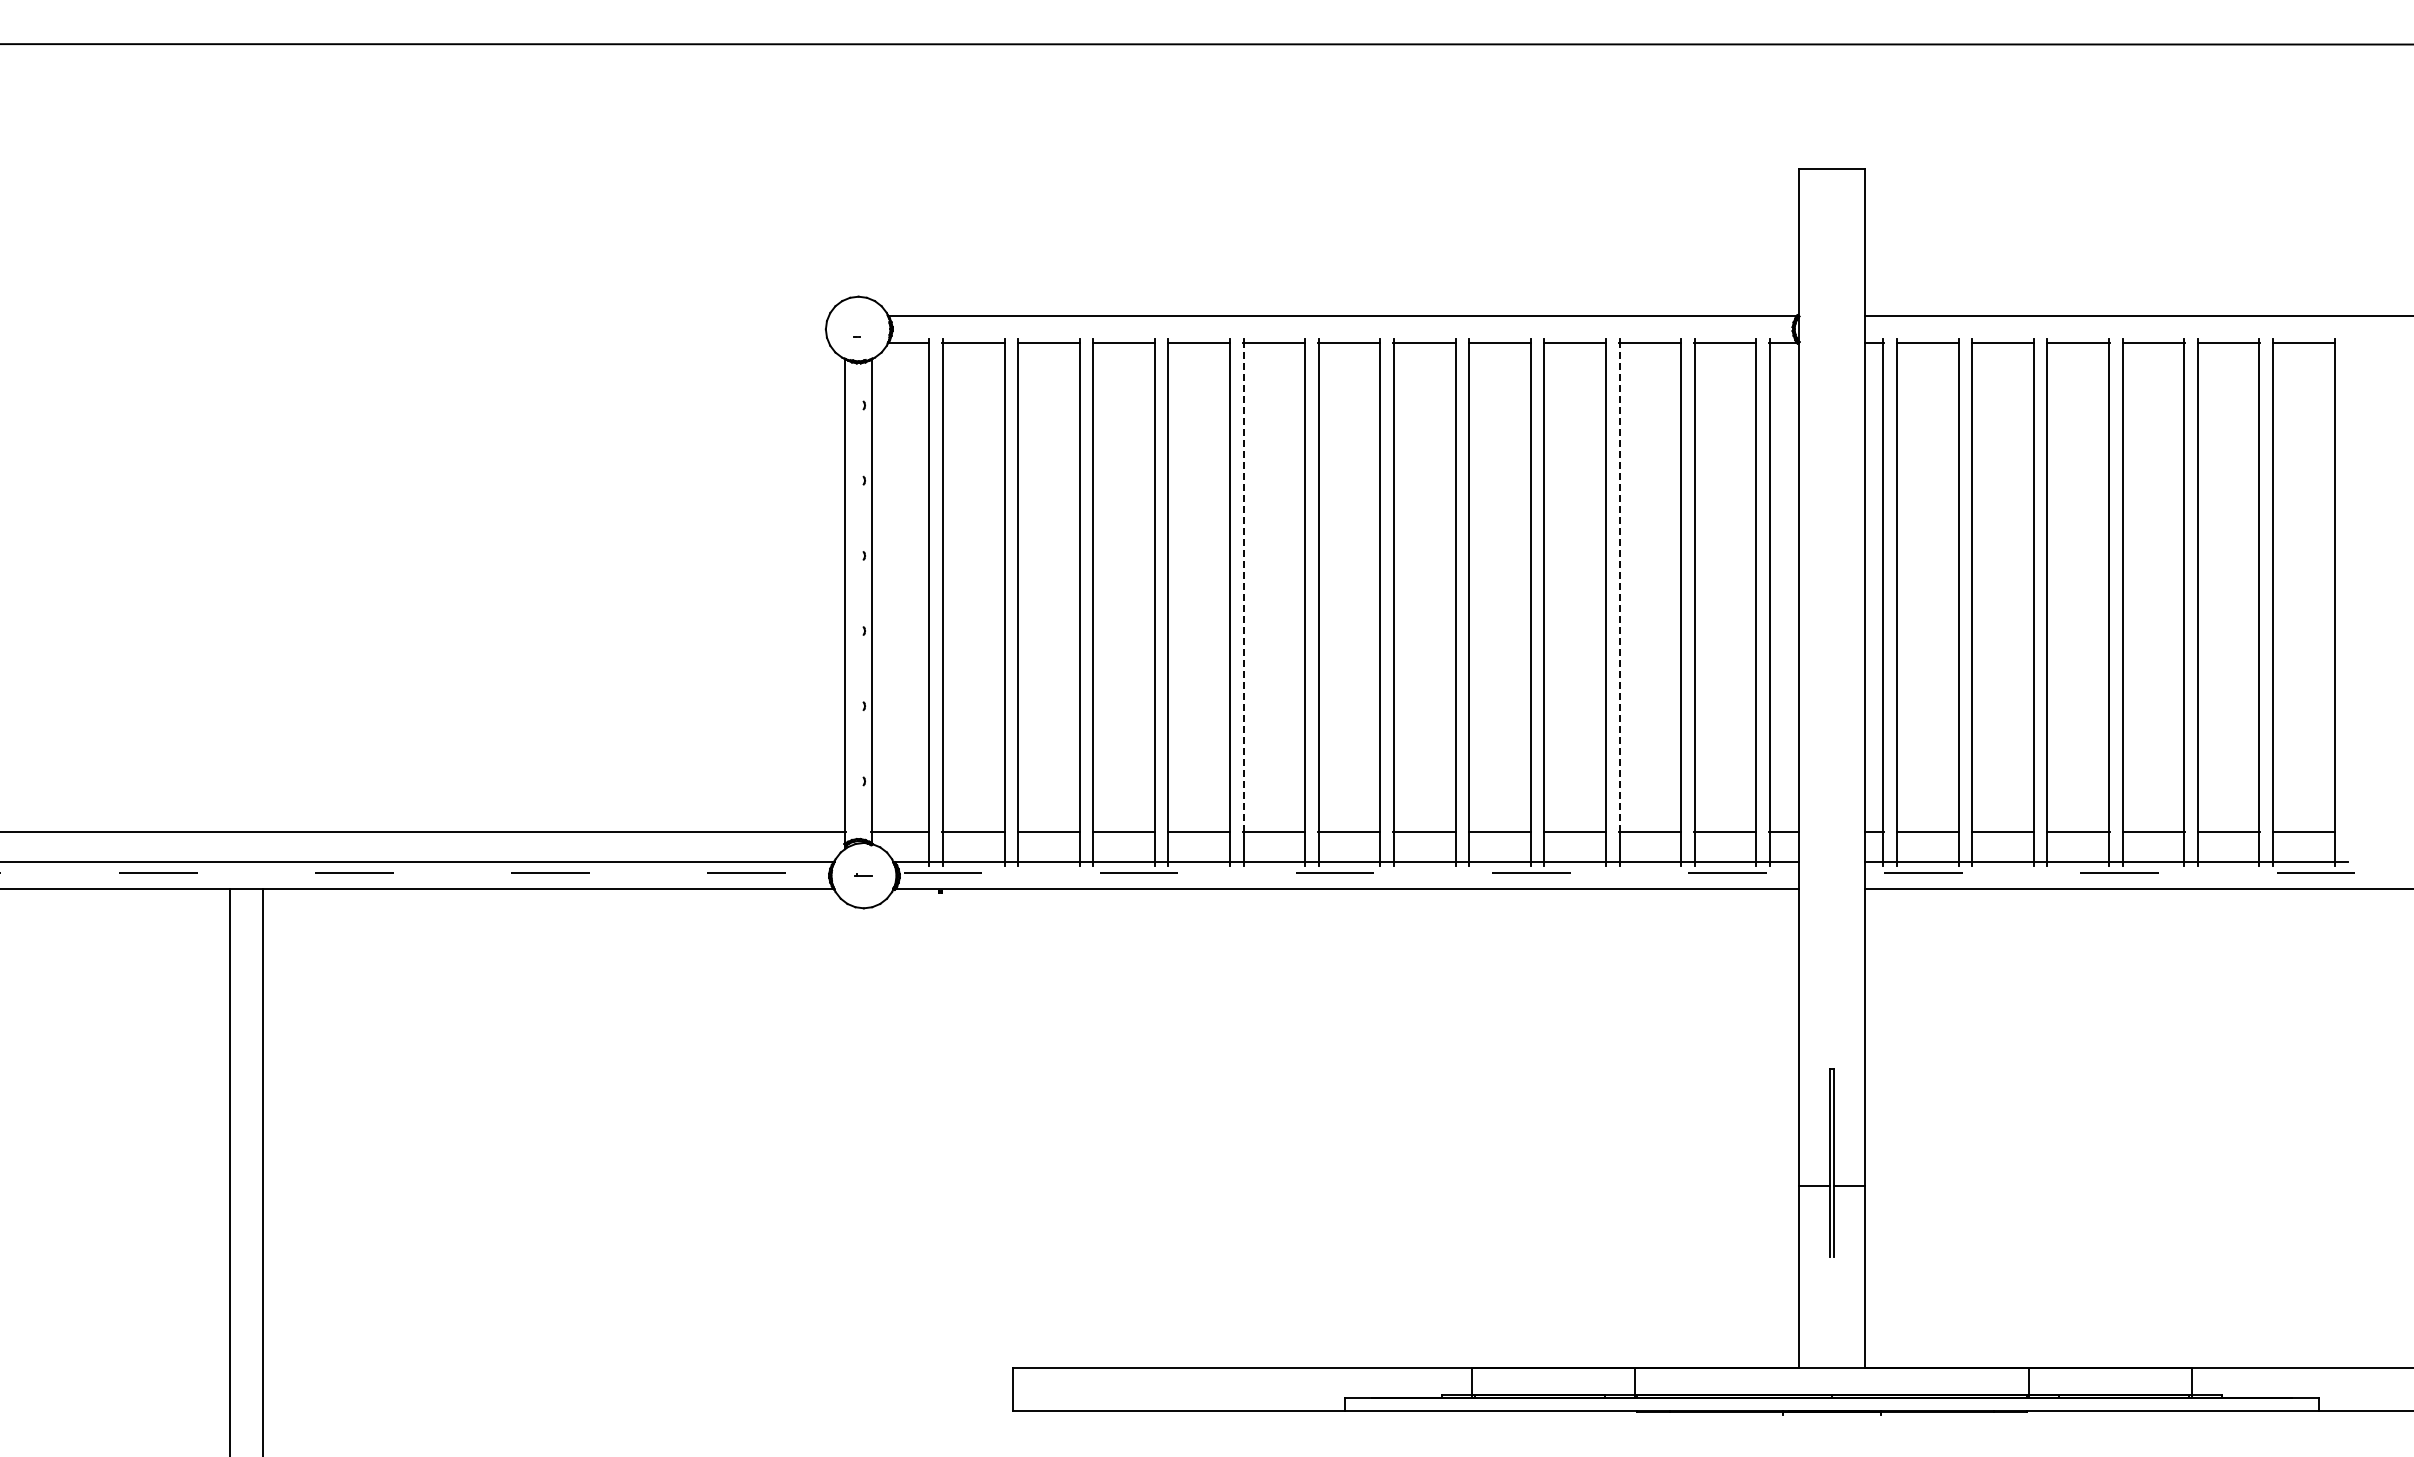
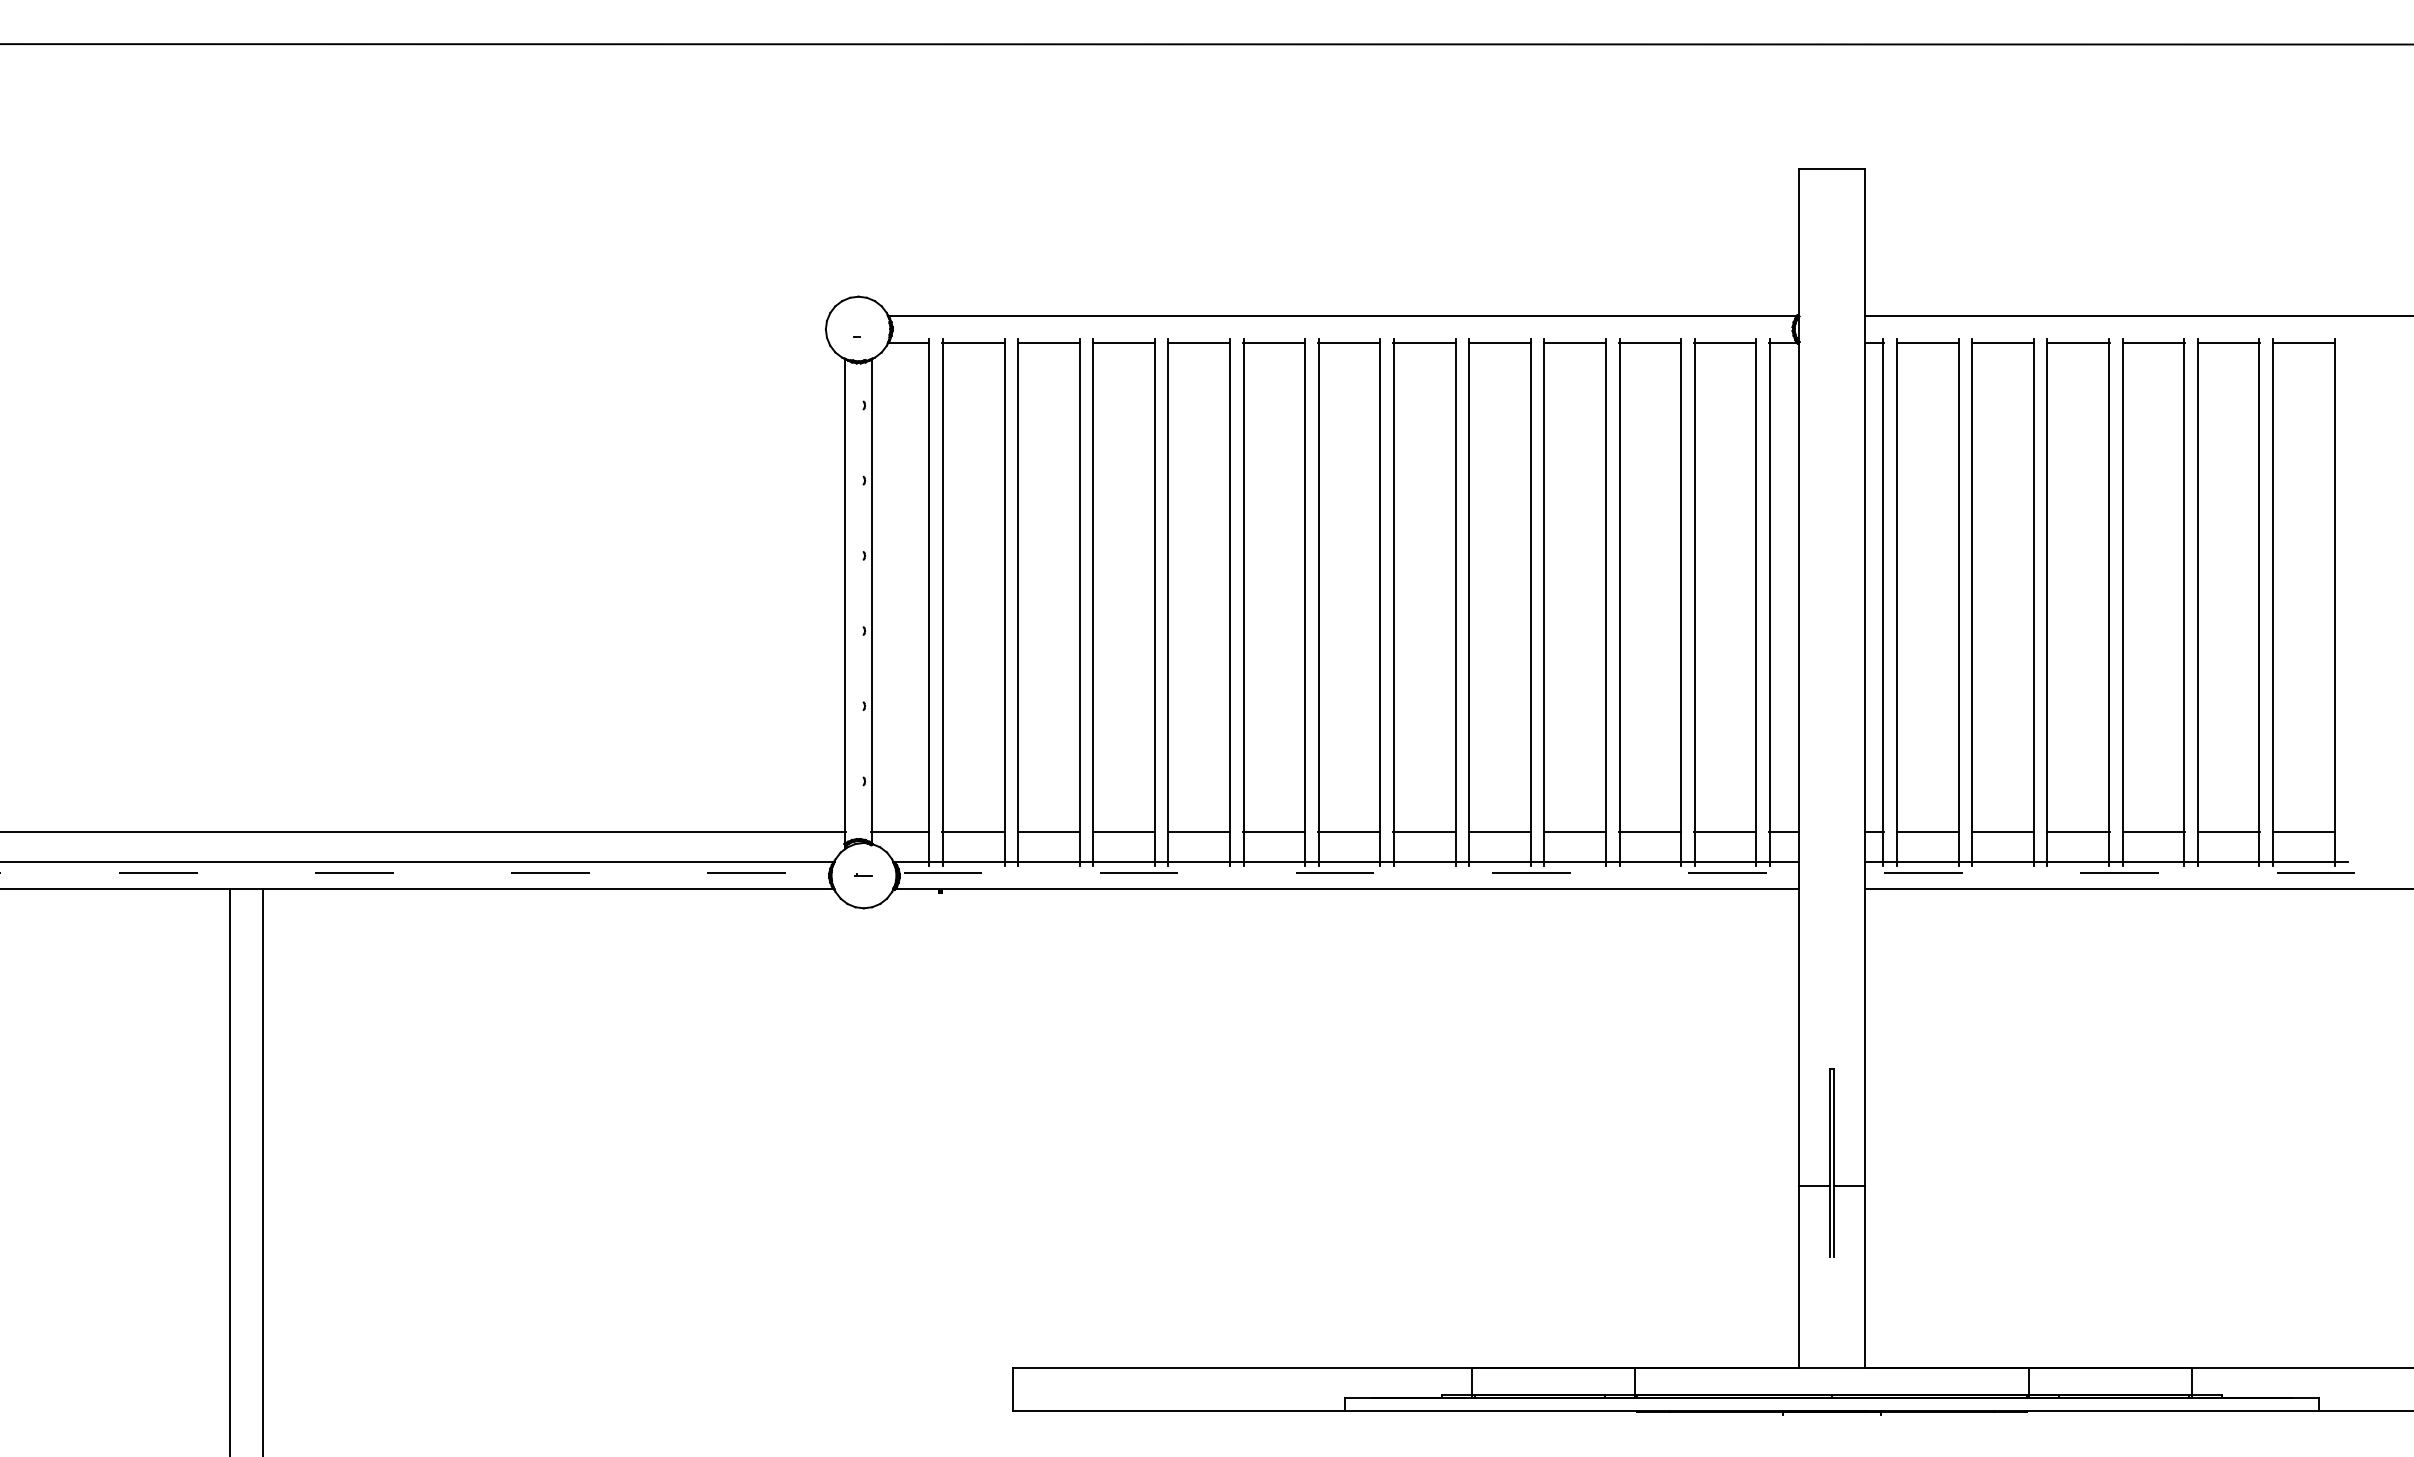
line at (1243, 586): dashed -> solid
line at (1619, 586): dashed -> solid
